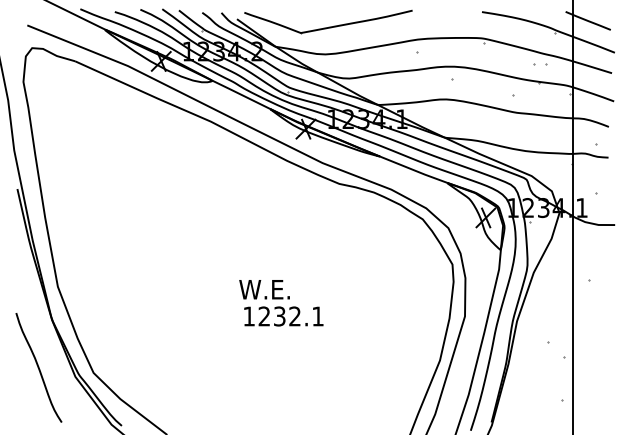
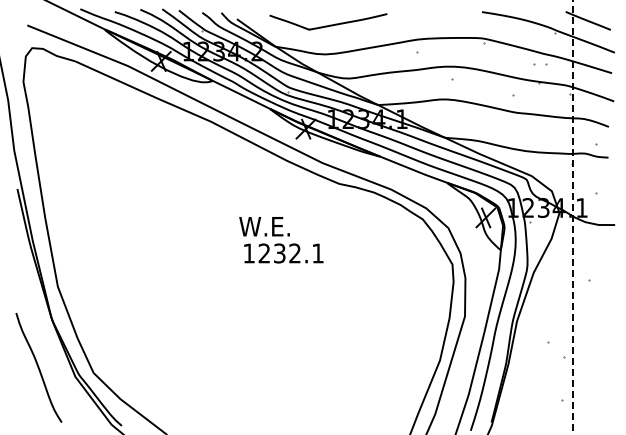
part at (328, 21) size: 169x26 px -> 119x18 px
line at (572, 217): solid -> dashed
text at (281, 303) position: (281, 303) -> (281, 240)
